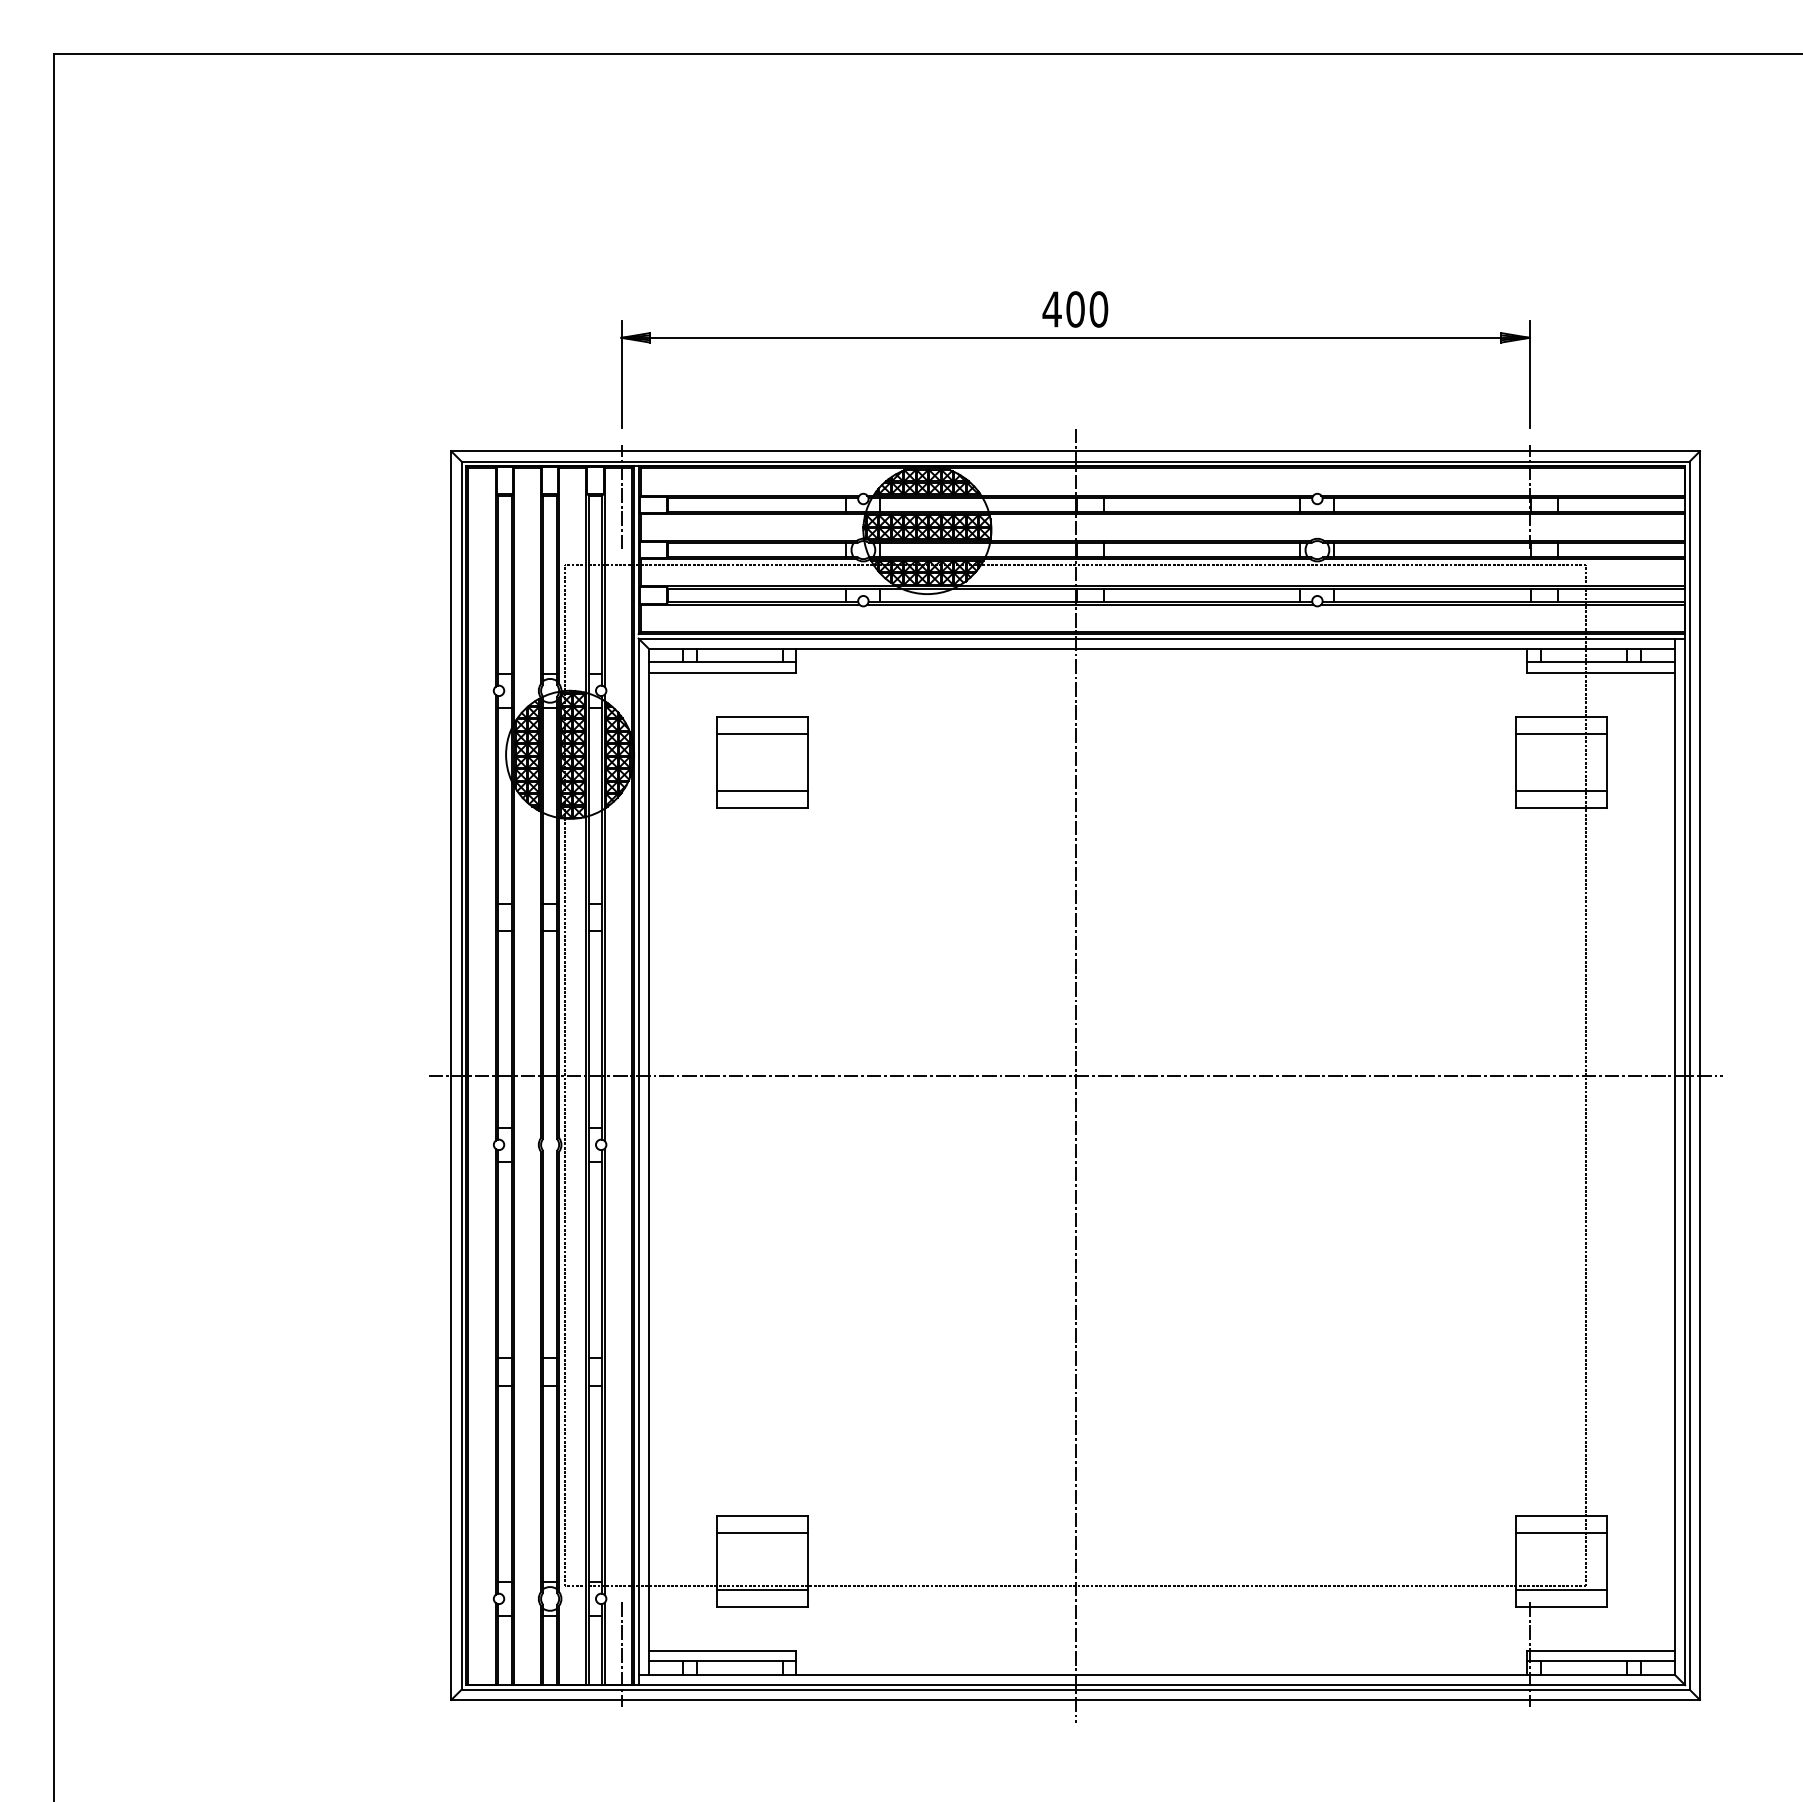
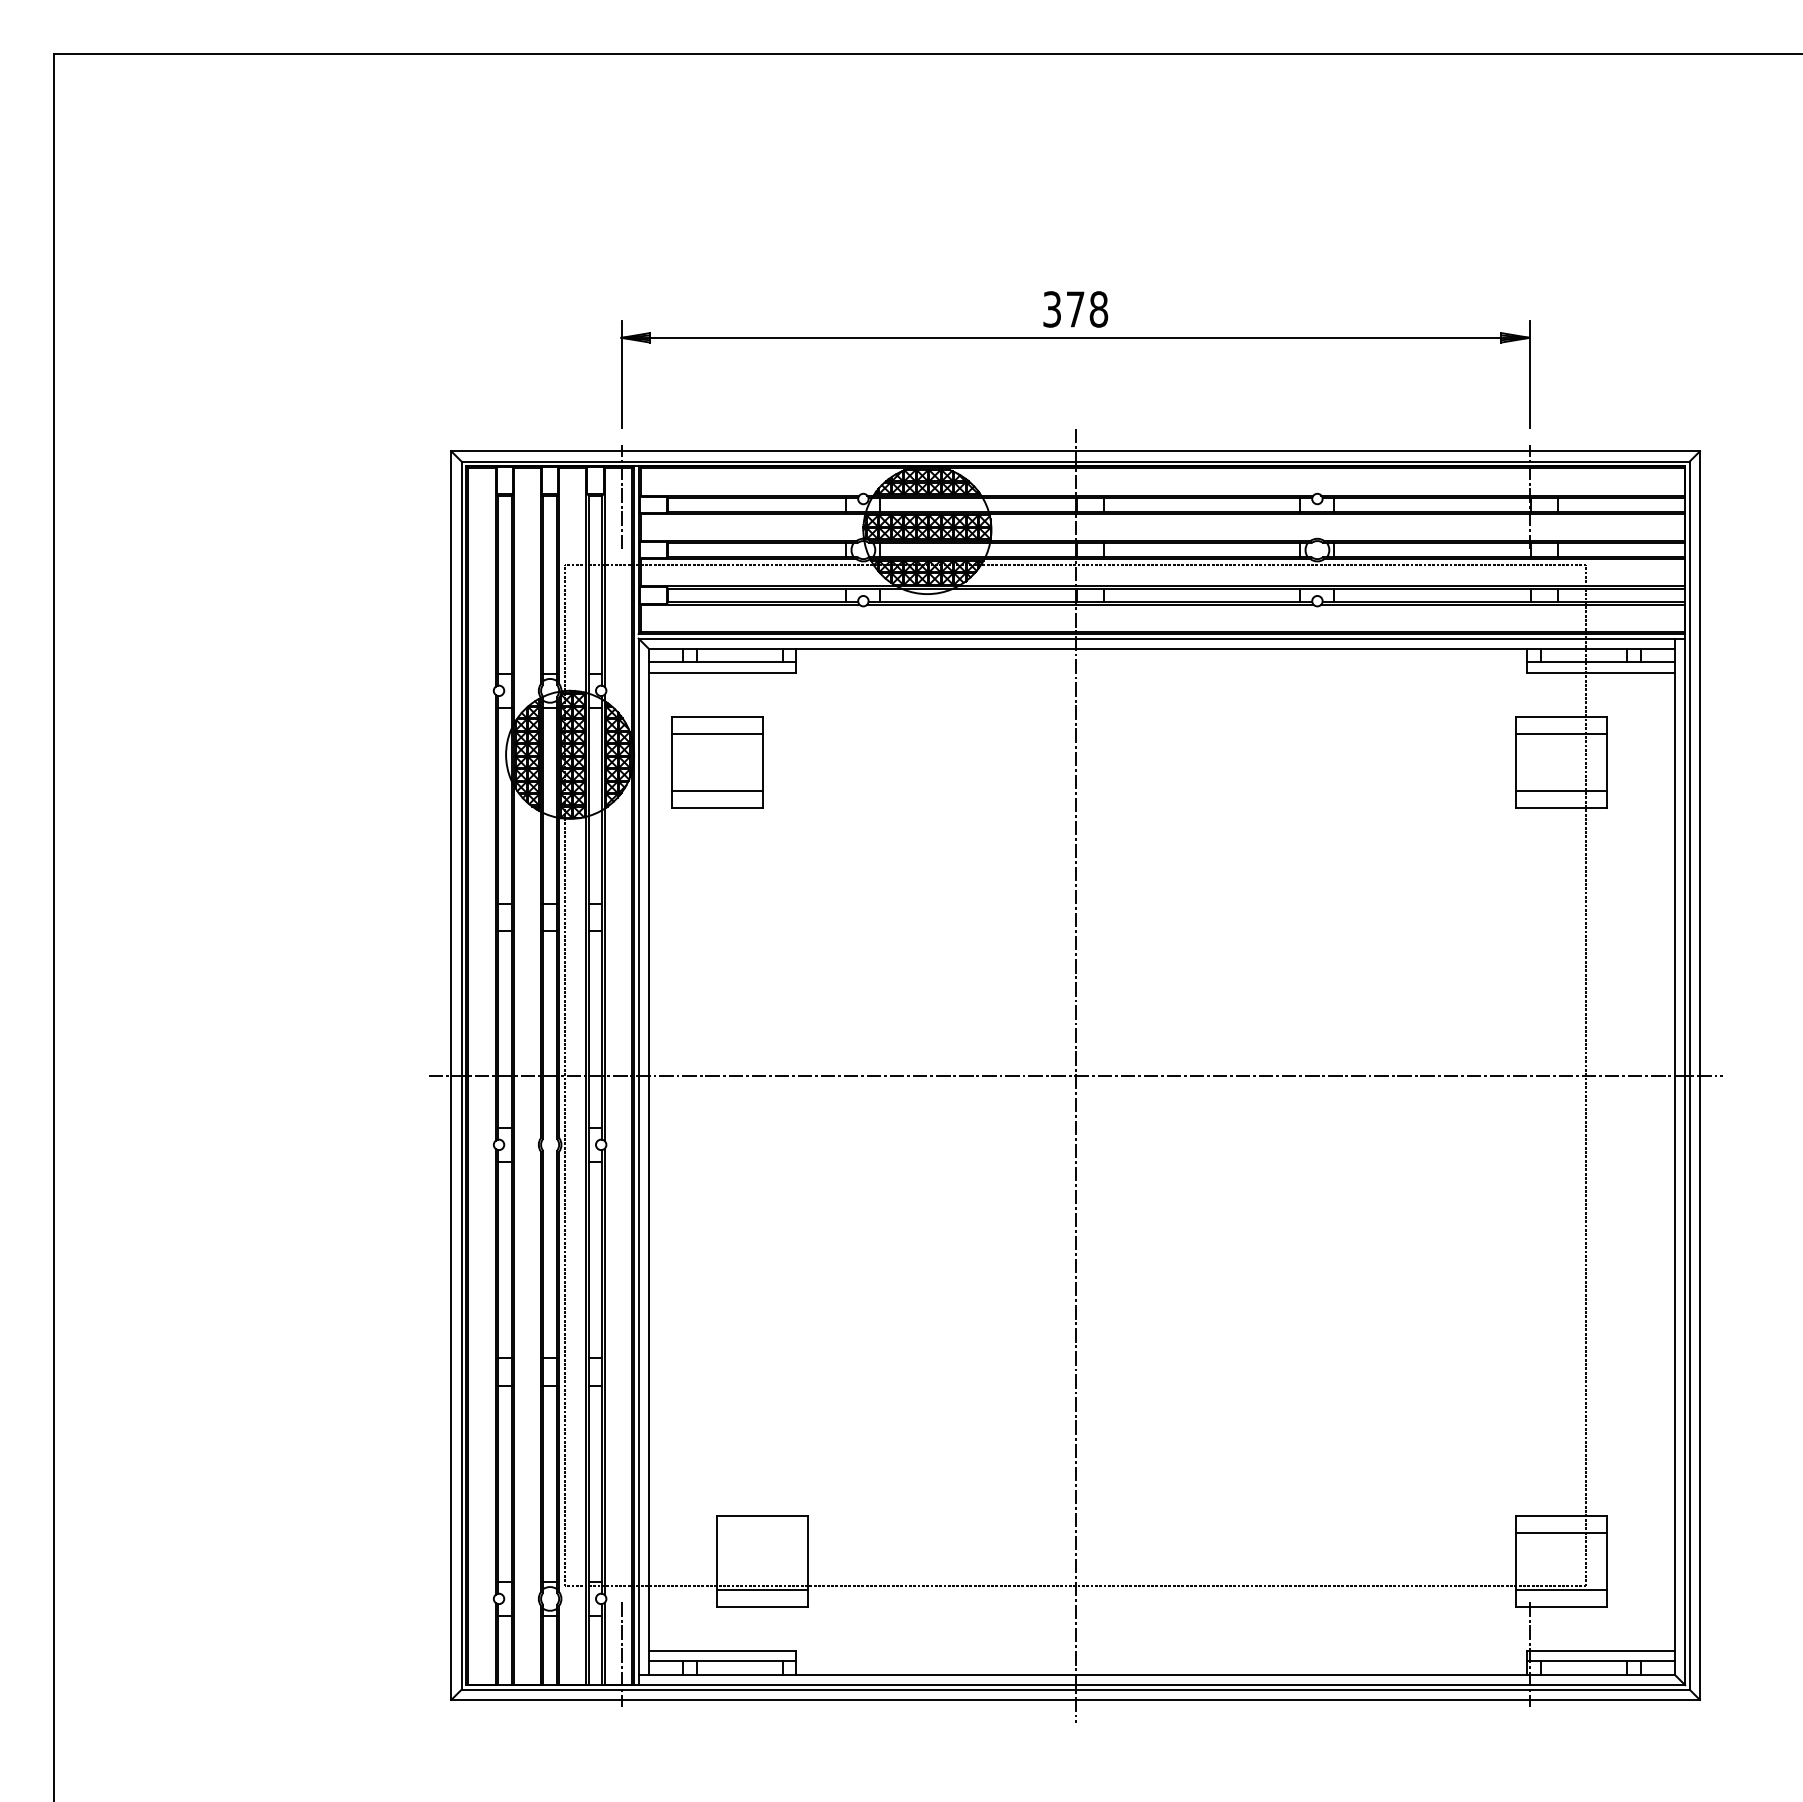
text at (1075, 309): 400 -> 378
part at (762, 762) position: (762, 762) -> (717, 762)
line at (761, 1533): present -> none
